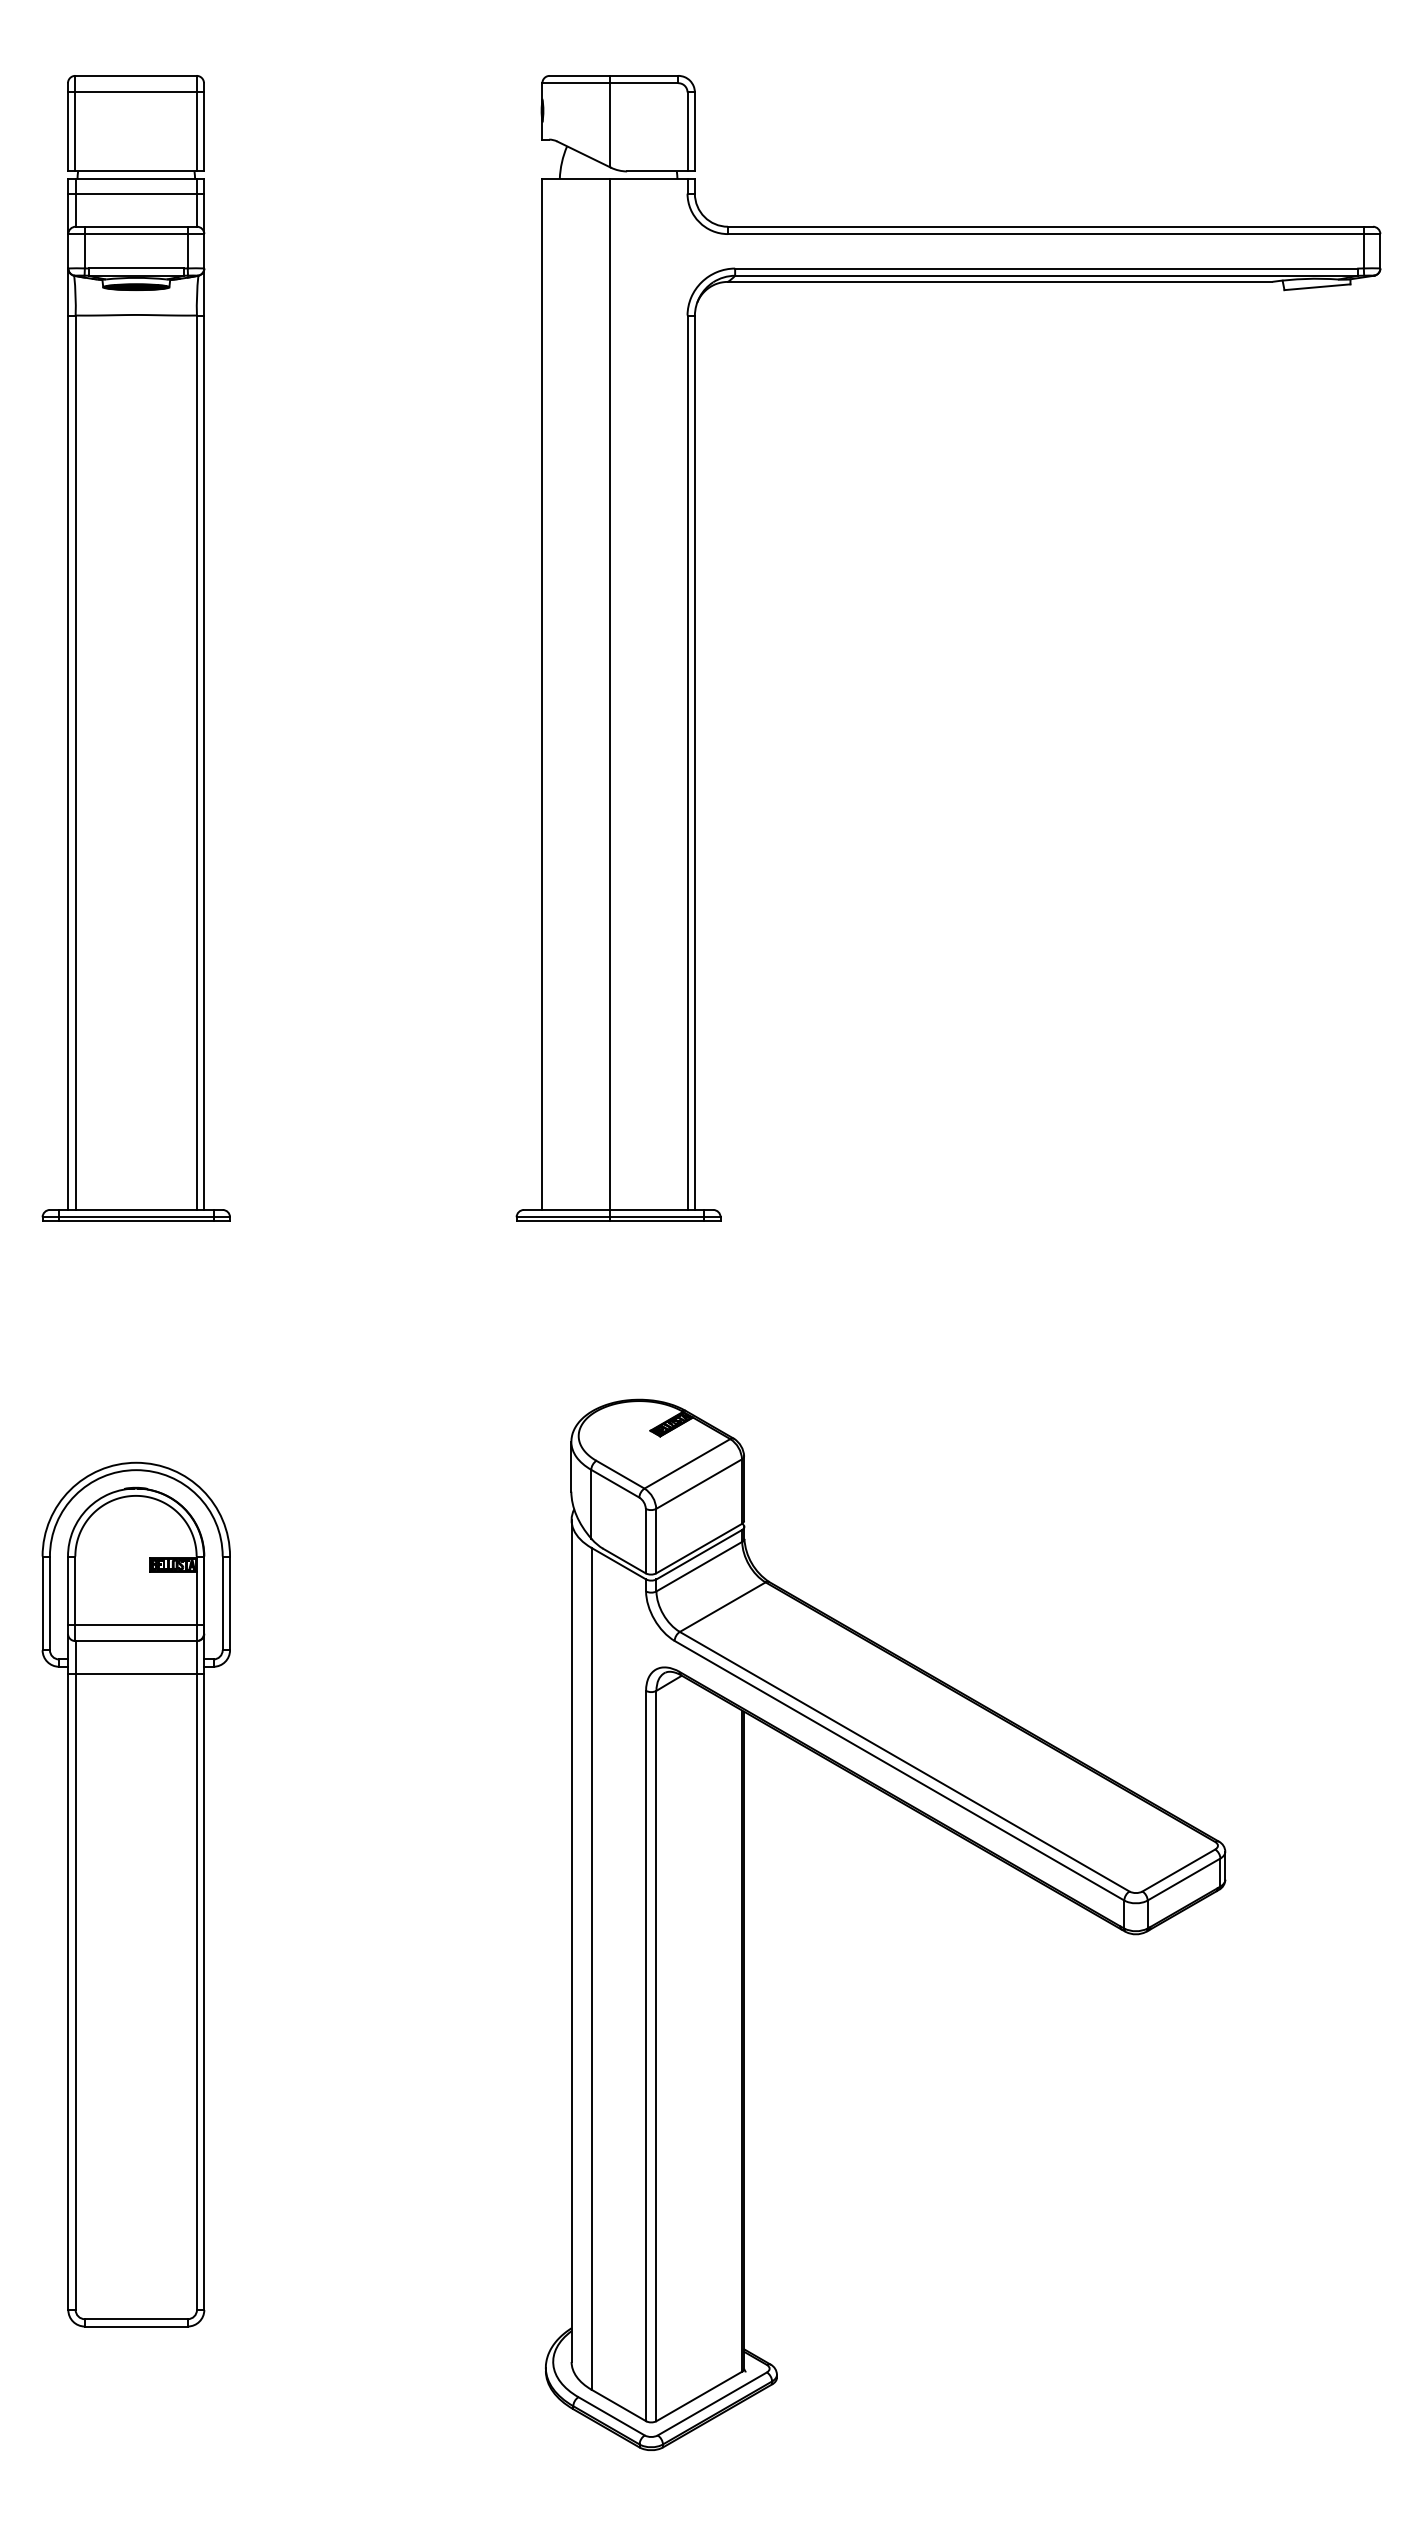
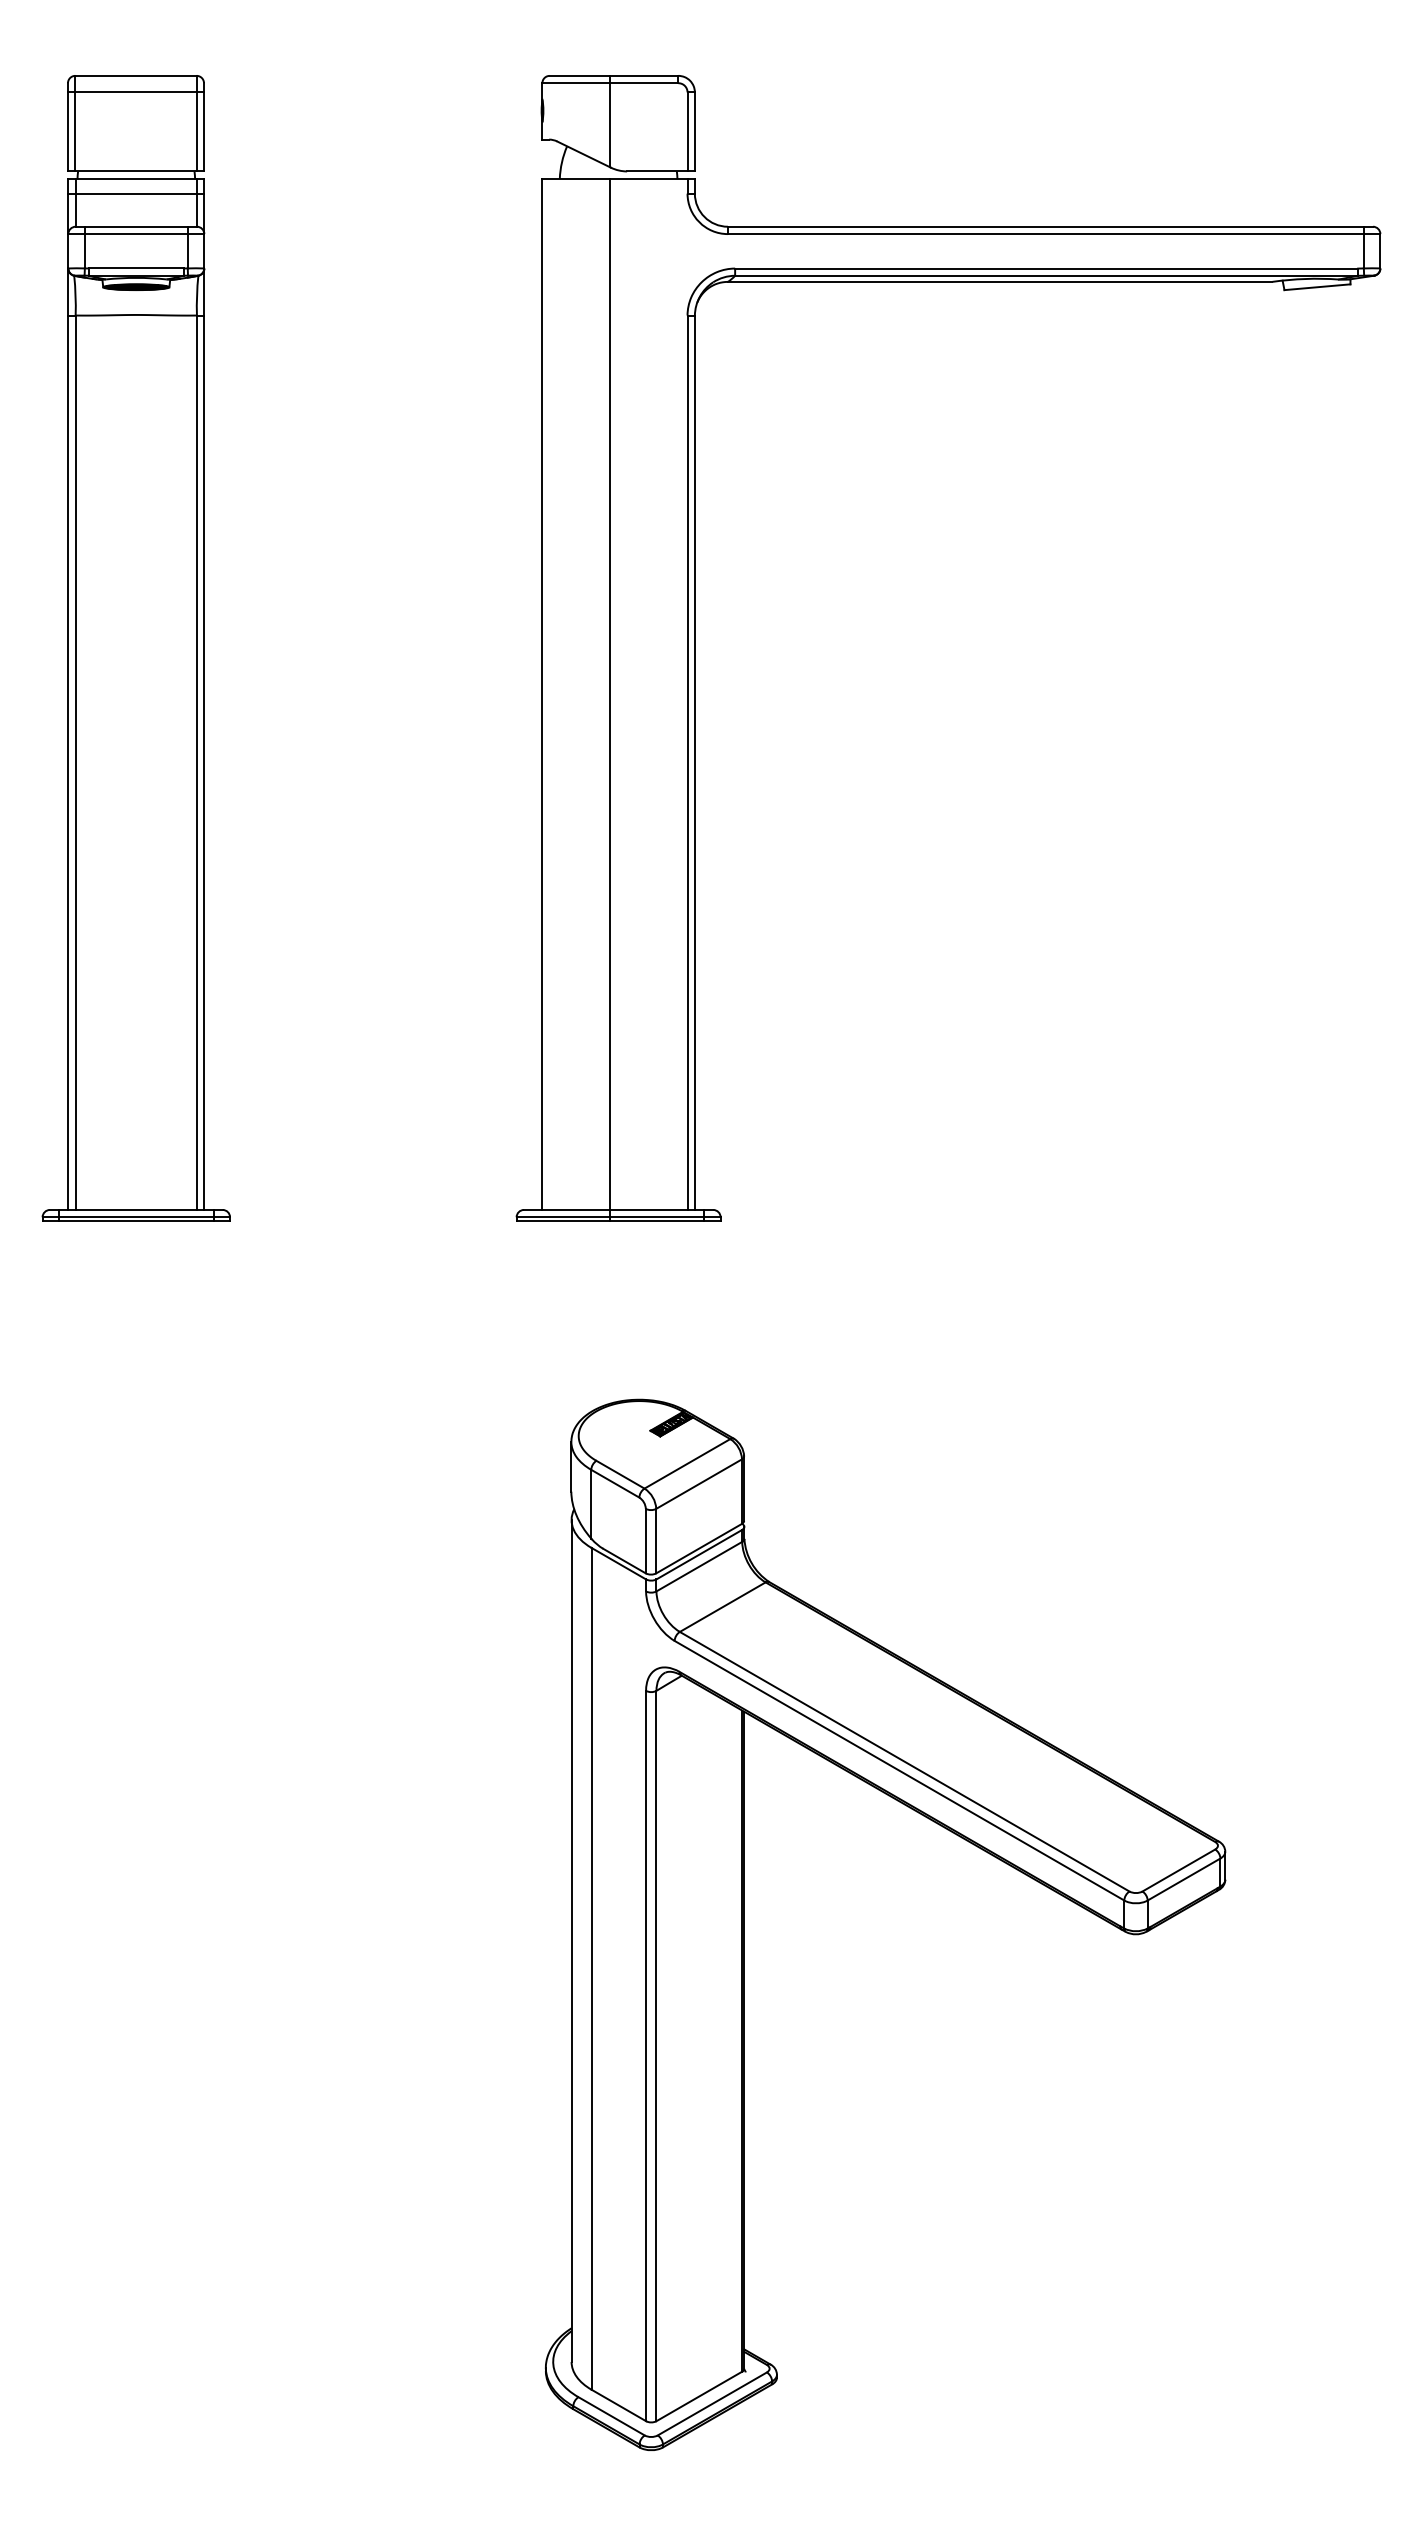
part at (135, 1894): present -> none
